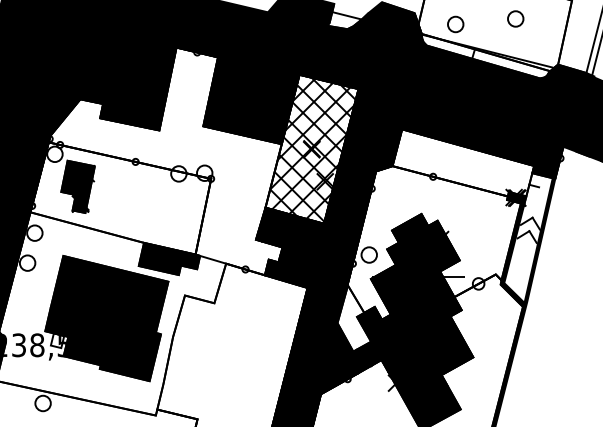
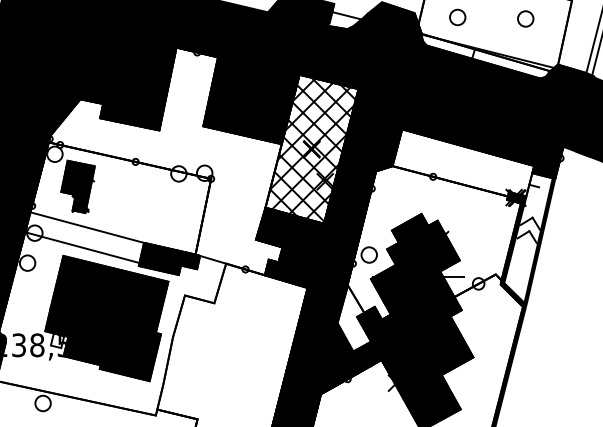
circle at (515, 18) position: (515, 18) -> (525, 18)
circle at (455, 24) position: (455, 24) -> (457, 17)
line at (87, 227) position: (87, 227) -> (82, 247)
